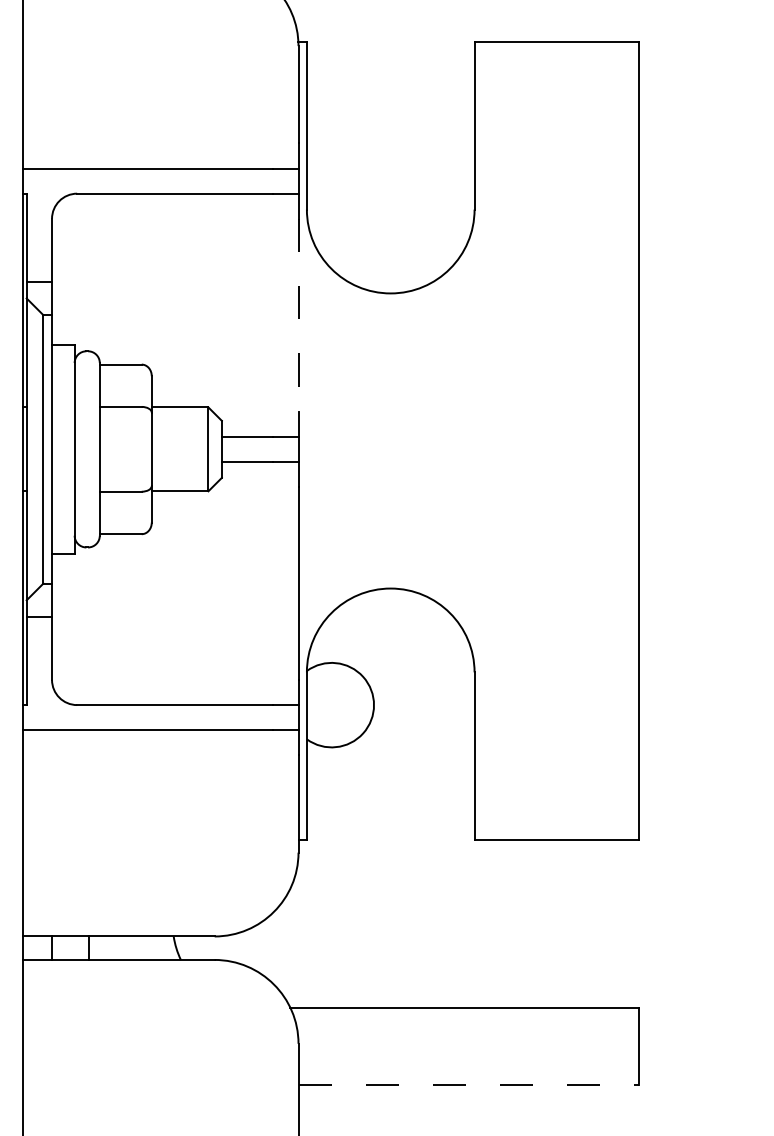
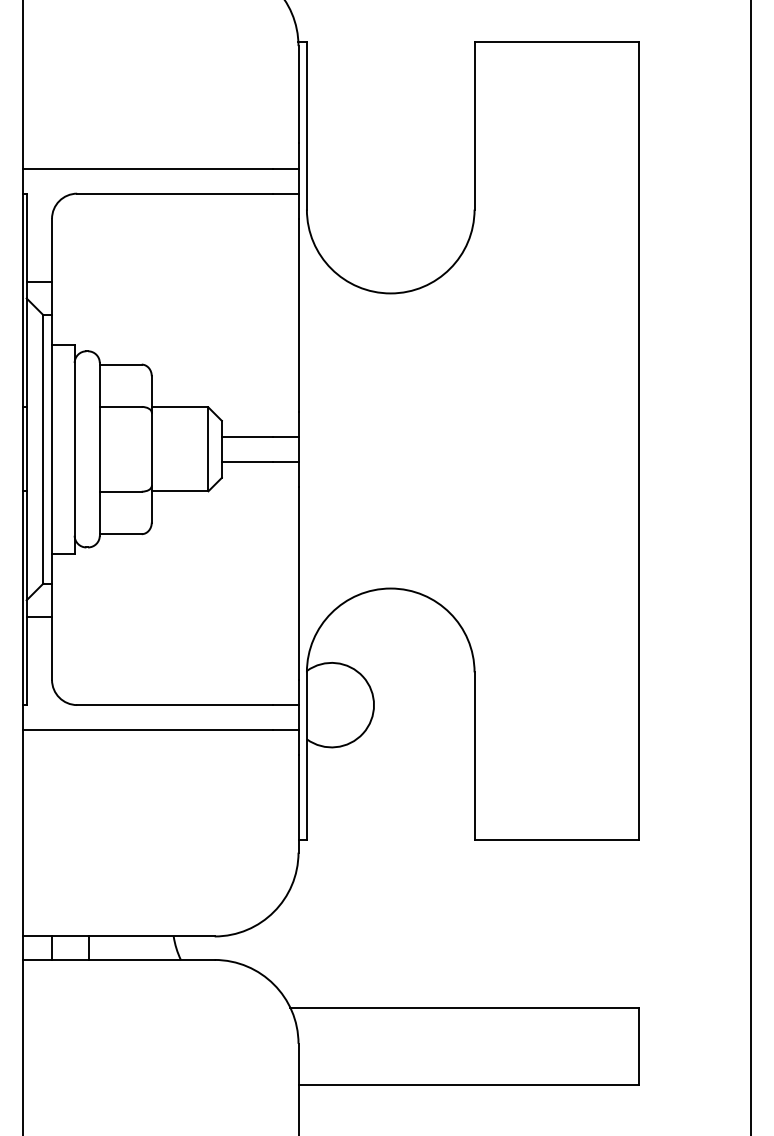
line at (298, 315): dashed -> solid
line at (750, 567): none -> present
line at (469, 1084): dashed -> solid
